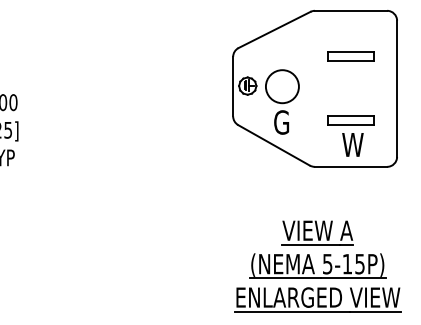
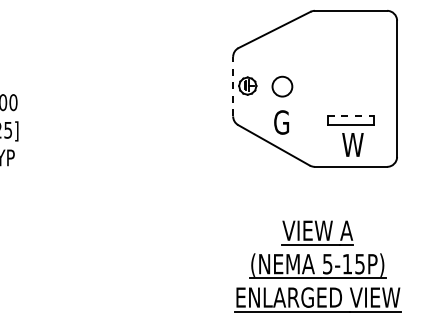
part at (350, 56): present -> none
line at (233, 86): solid -> dashed
circle at (281, 86) diameter: 33 px -> 20 px
line at (351, 115): solid -> dashed
